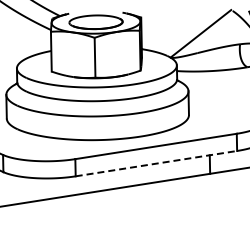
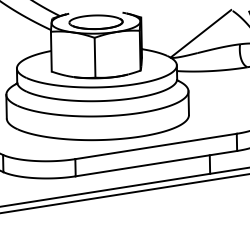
line at (156, 163): dashed -> solid
line at (124, 193): none -> present
